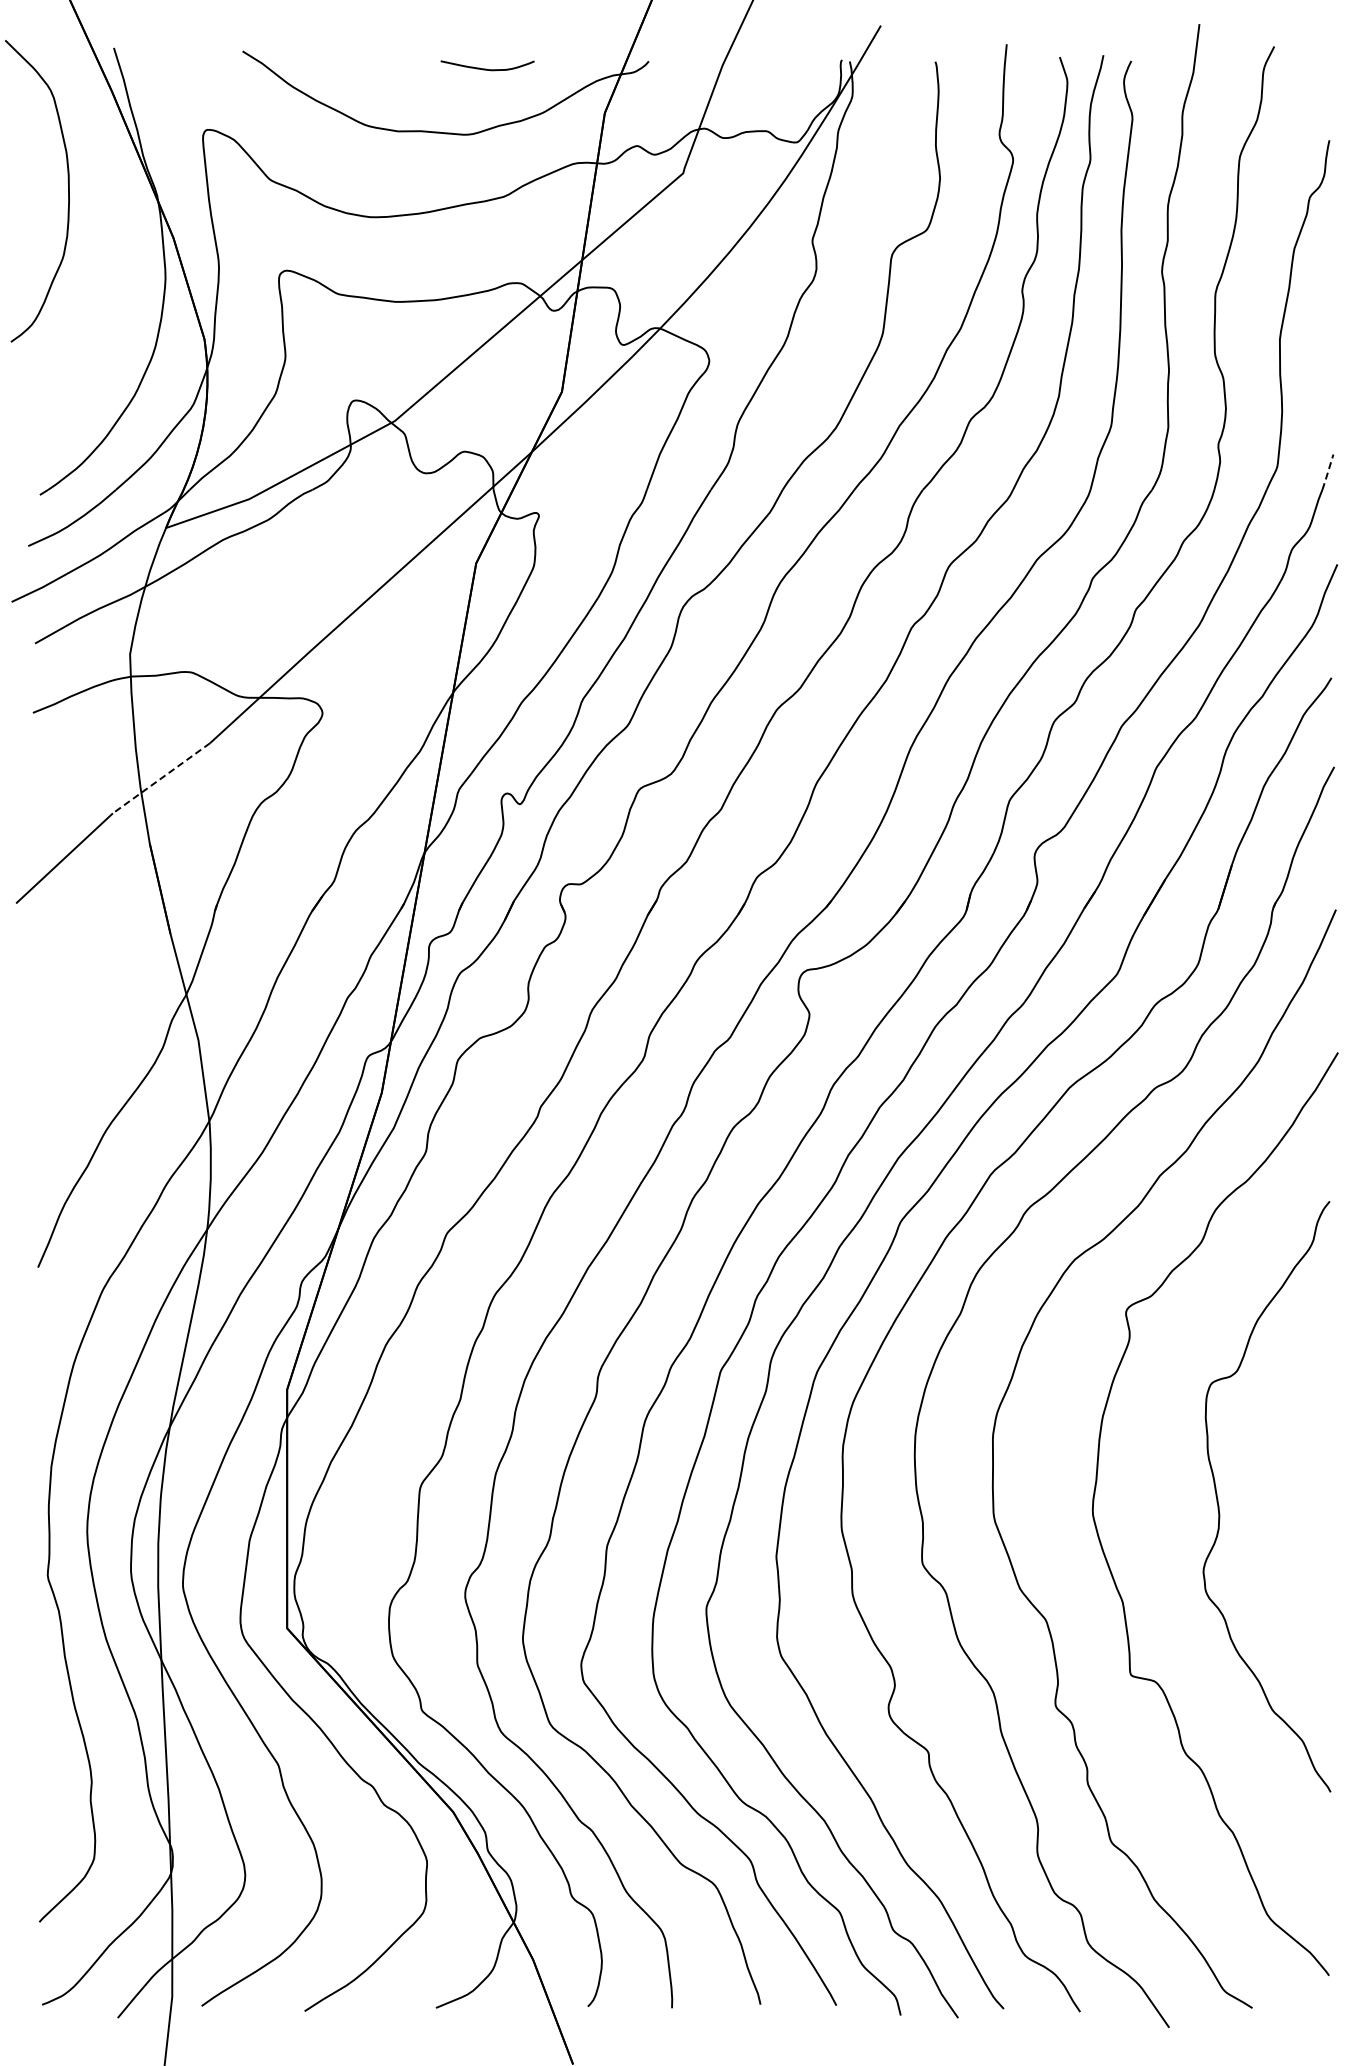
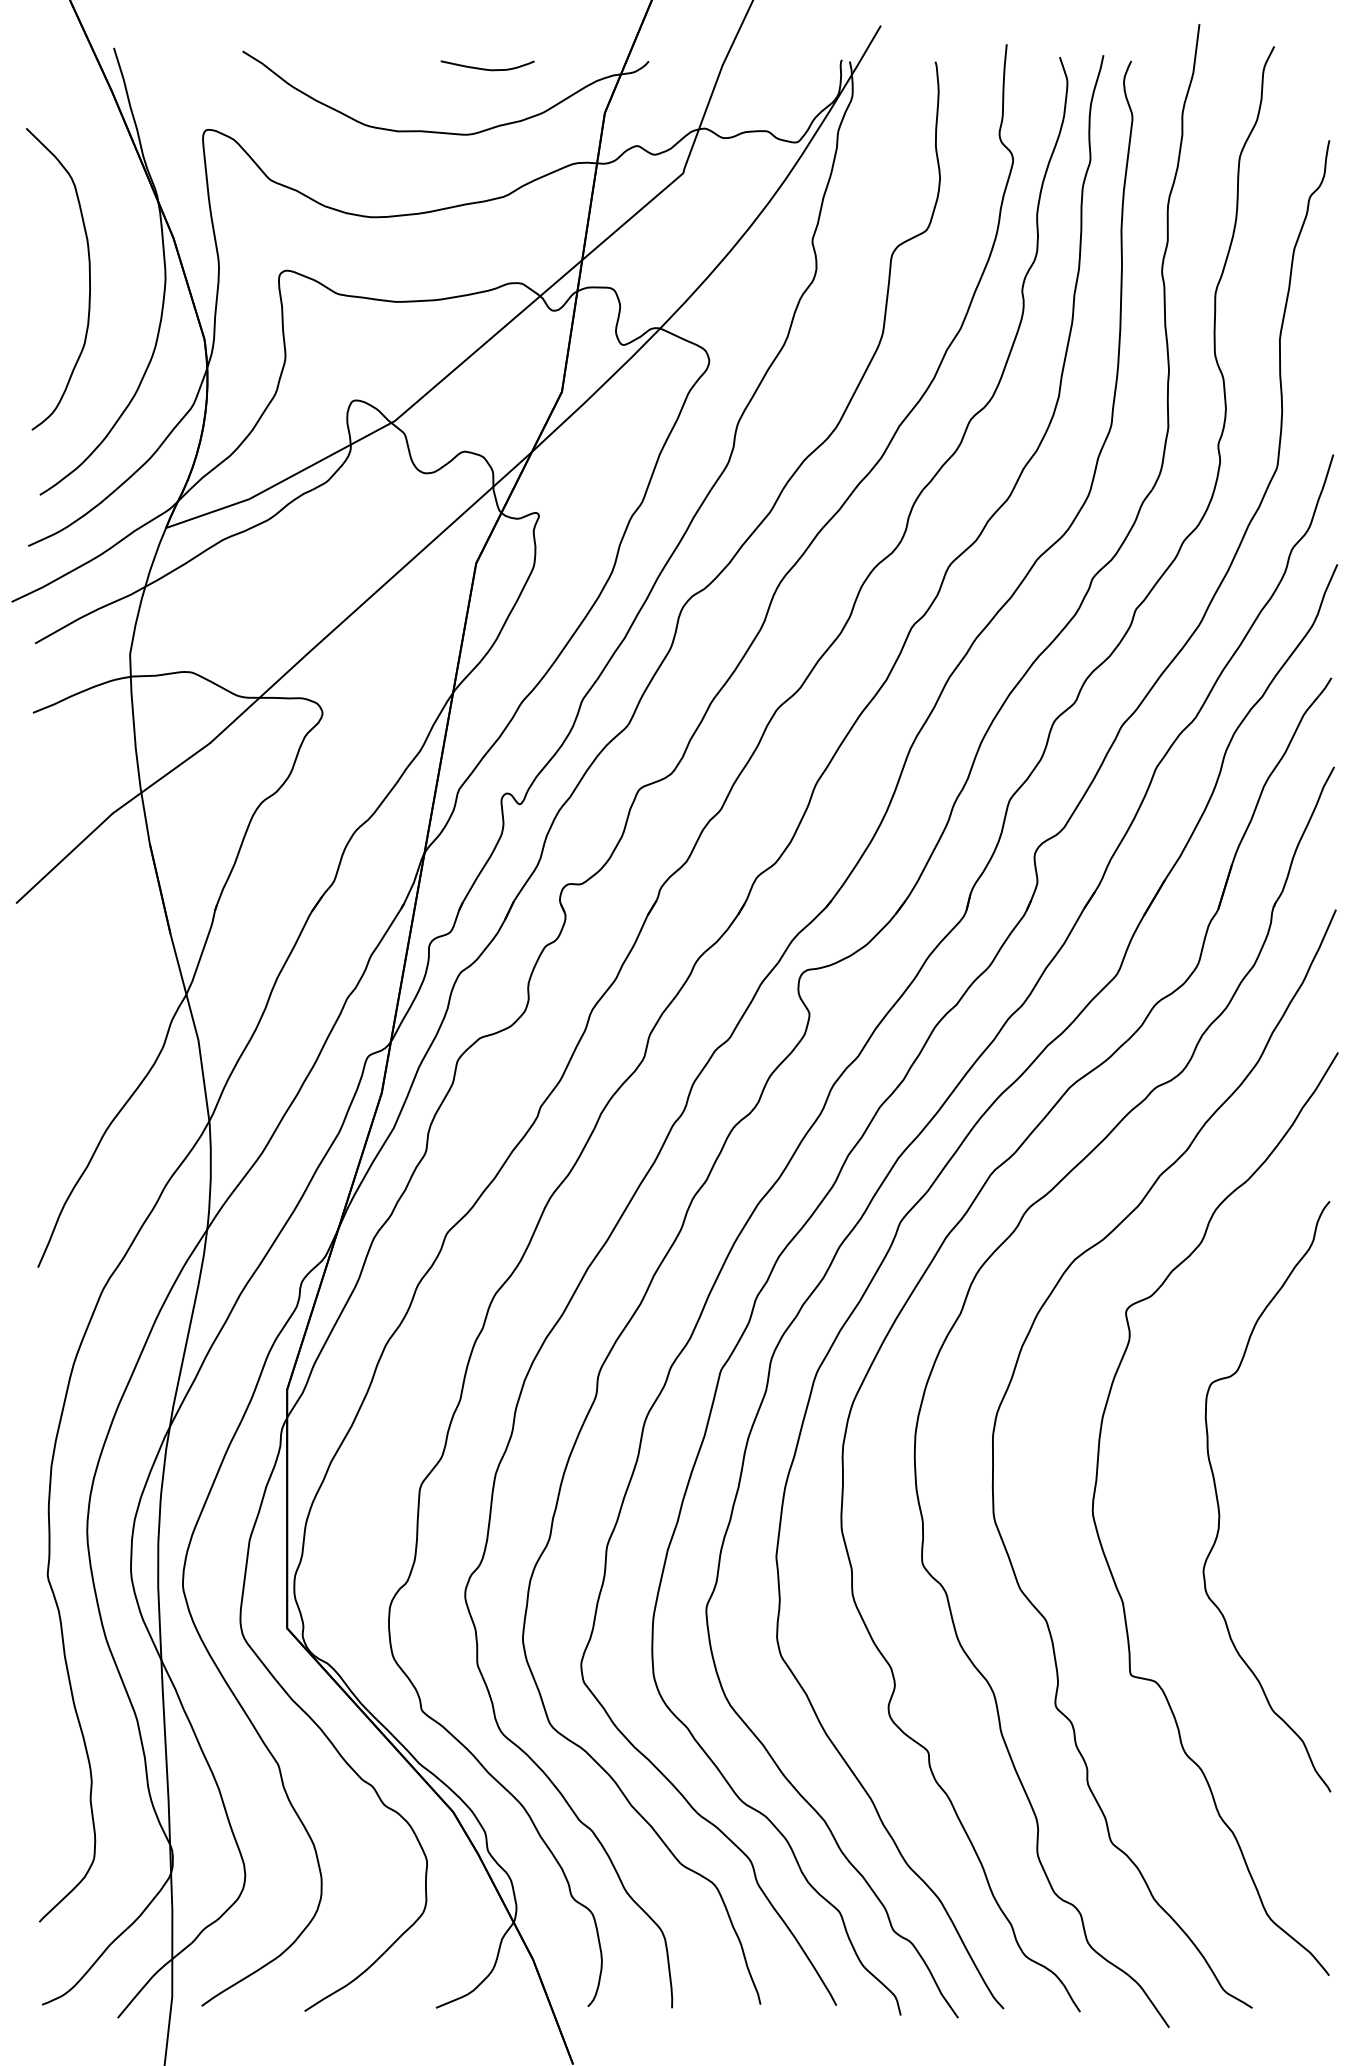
curve at (68, 191) position: (68, 191) -> (89, 279)
line at (1327, 472): dashed -> solid
line at (161, 778): dashed -> solid
